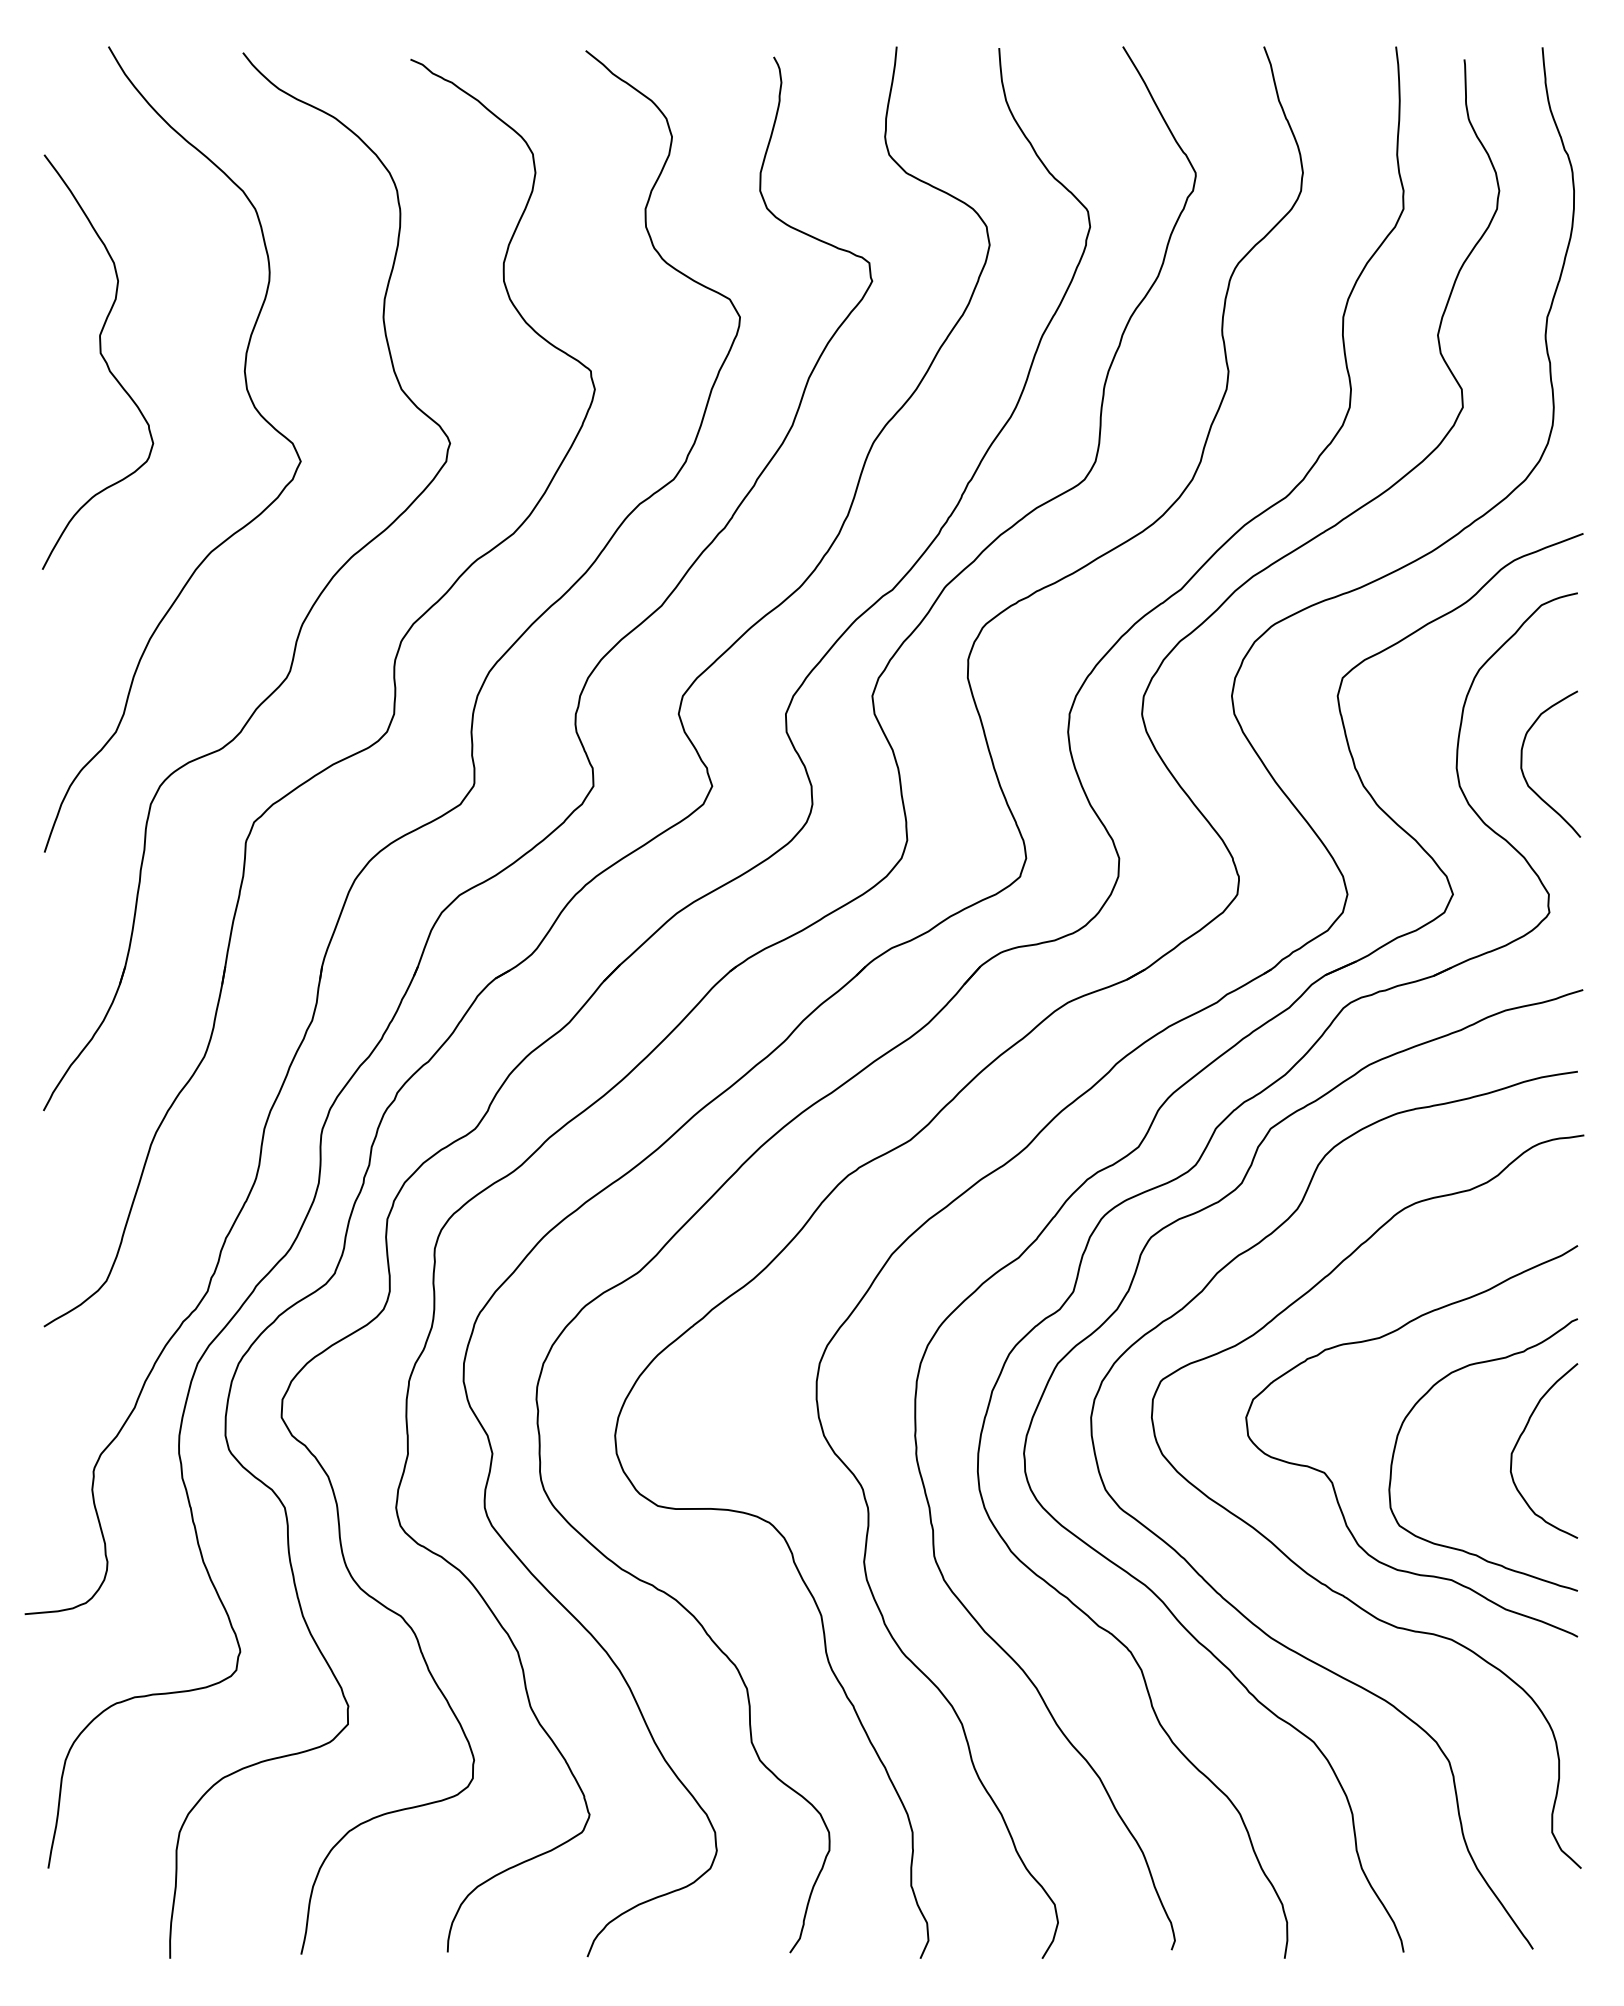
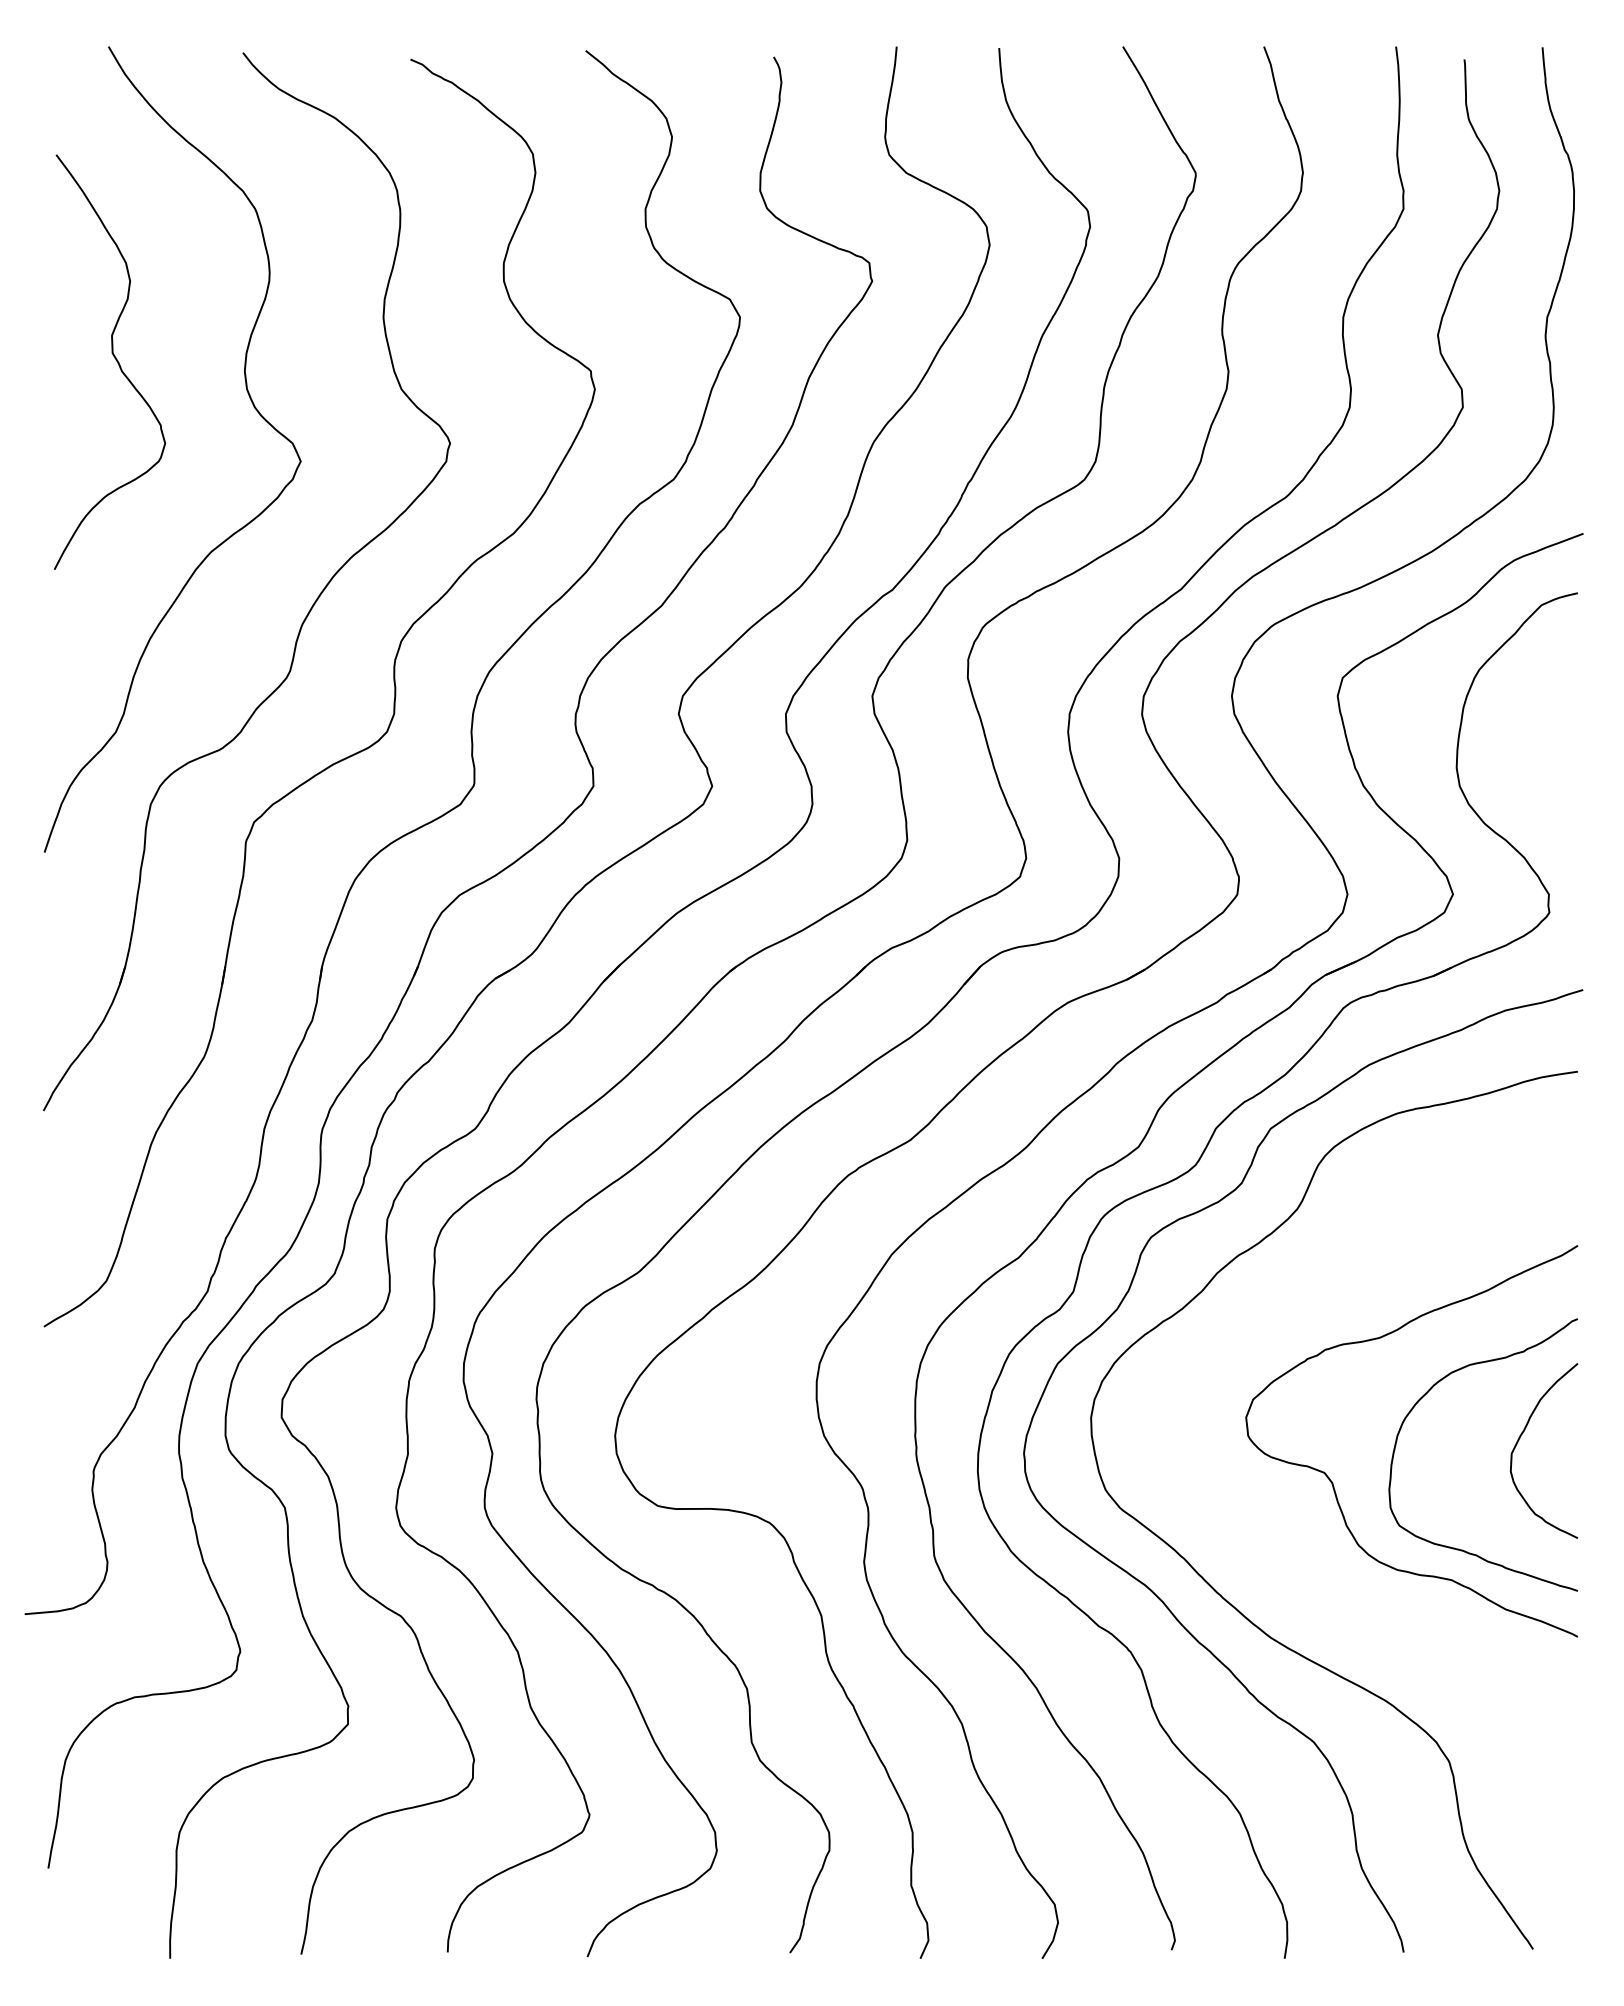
curve at (102, 358) position: (102, 358) -> (114, 358)
curve at (1522, 763): present -> none
curve at (1316, 1578): present -> none
